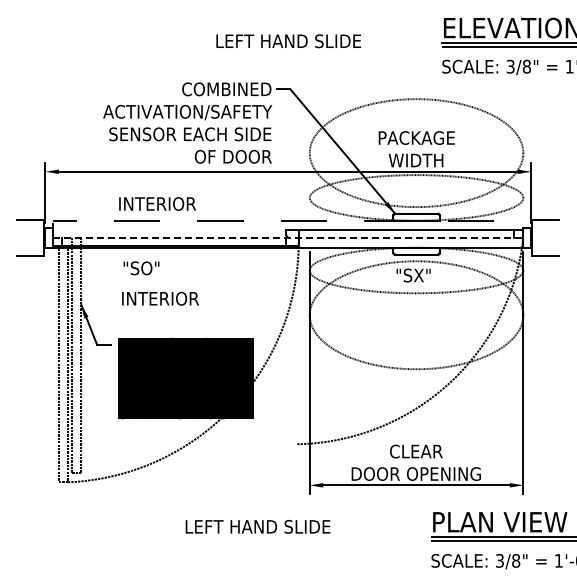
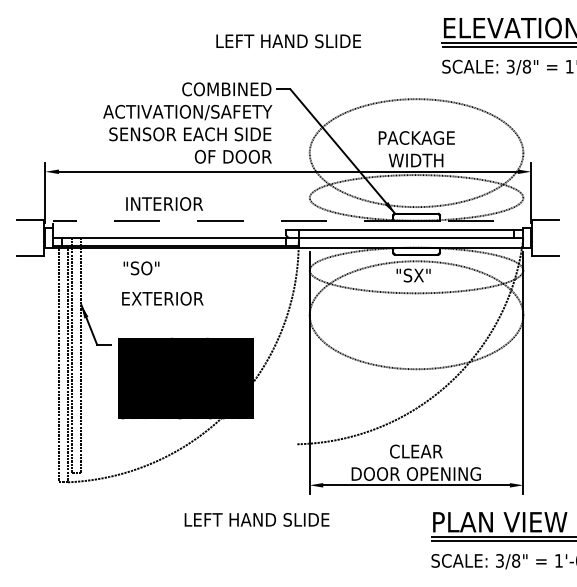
text at (157, 203) position: (157, 203) -> (164, 203)
line at (288, 237): dashed -> solid
text at (163, 298): INTERIOR -> EXTERIOR
text at (257, 526) position: (257, 526) -> (256, 519)
